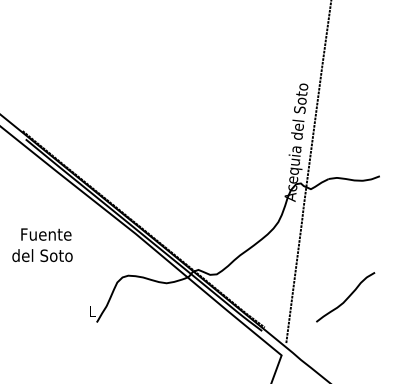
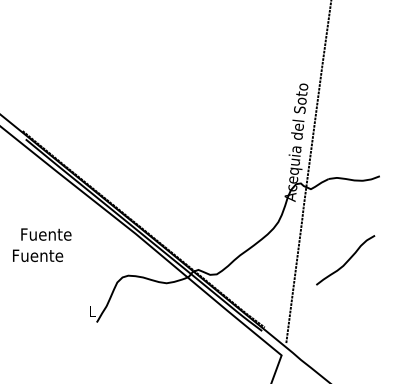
text at (42, 255): del Soto -> Fuente
curve at (346, 298) position: (346, 298) -> (346, 261)
